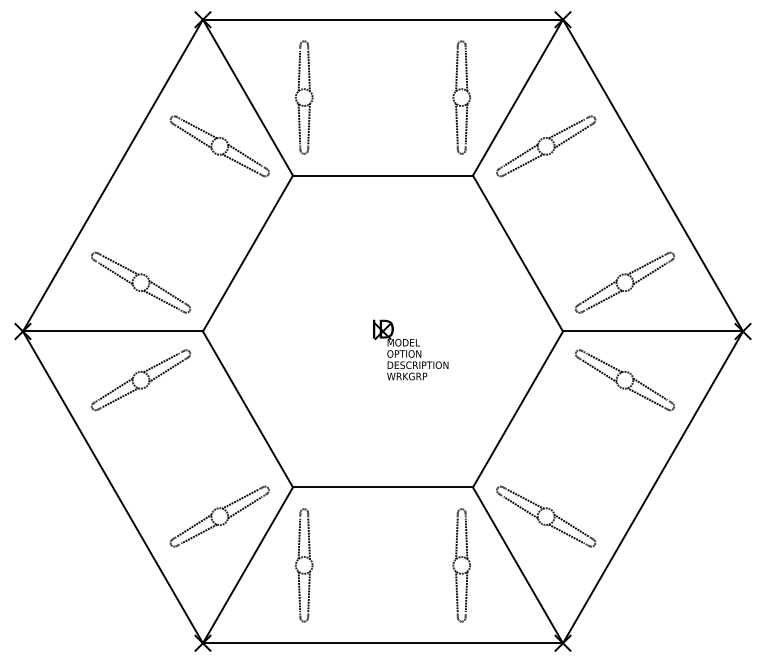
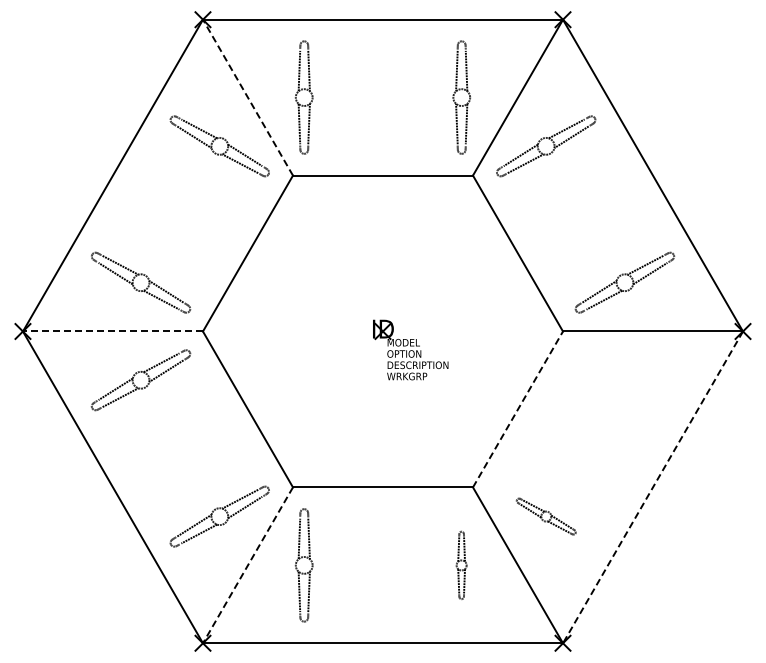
line at (247, 97): solid -> dashed
line at (112, 331): solid -> dashed
part at (624, 380): present -> none
line at (518, 409): solid -> dashed
line at (652, 487): solid -> dashed
part at (546, 516) size: 101x63 px -> 62x39 px
line at (247, 565): solid -> dashed
part at (461, 565) size: 19x115 px -> 13x70 px
